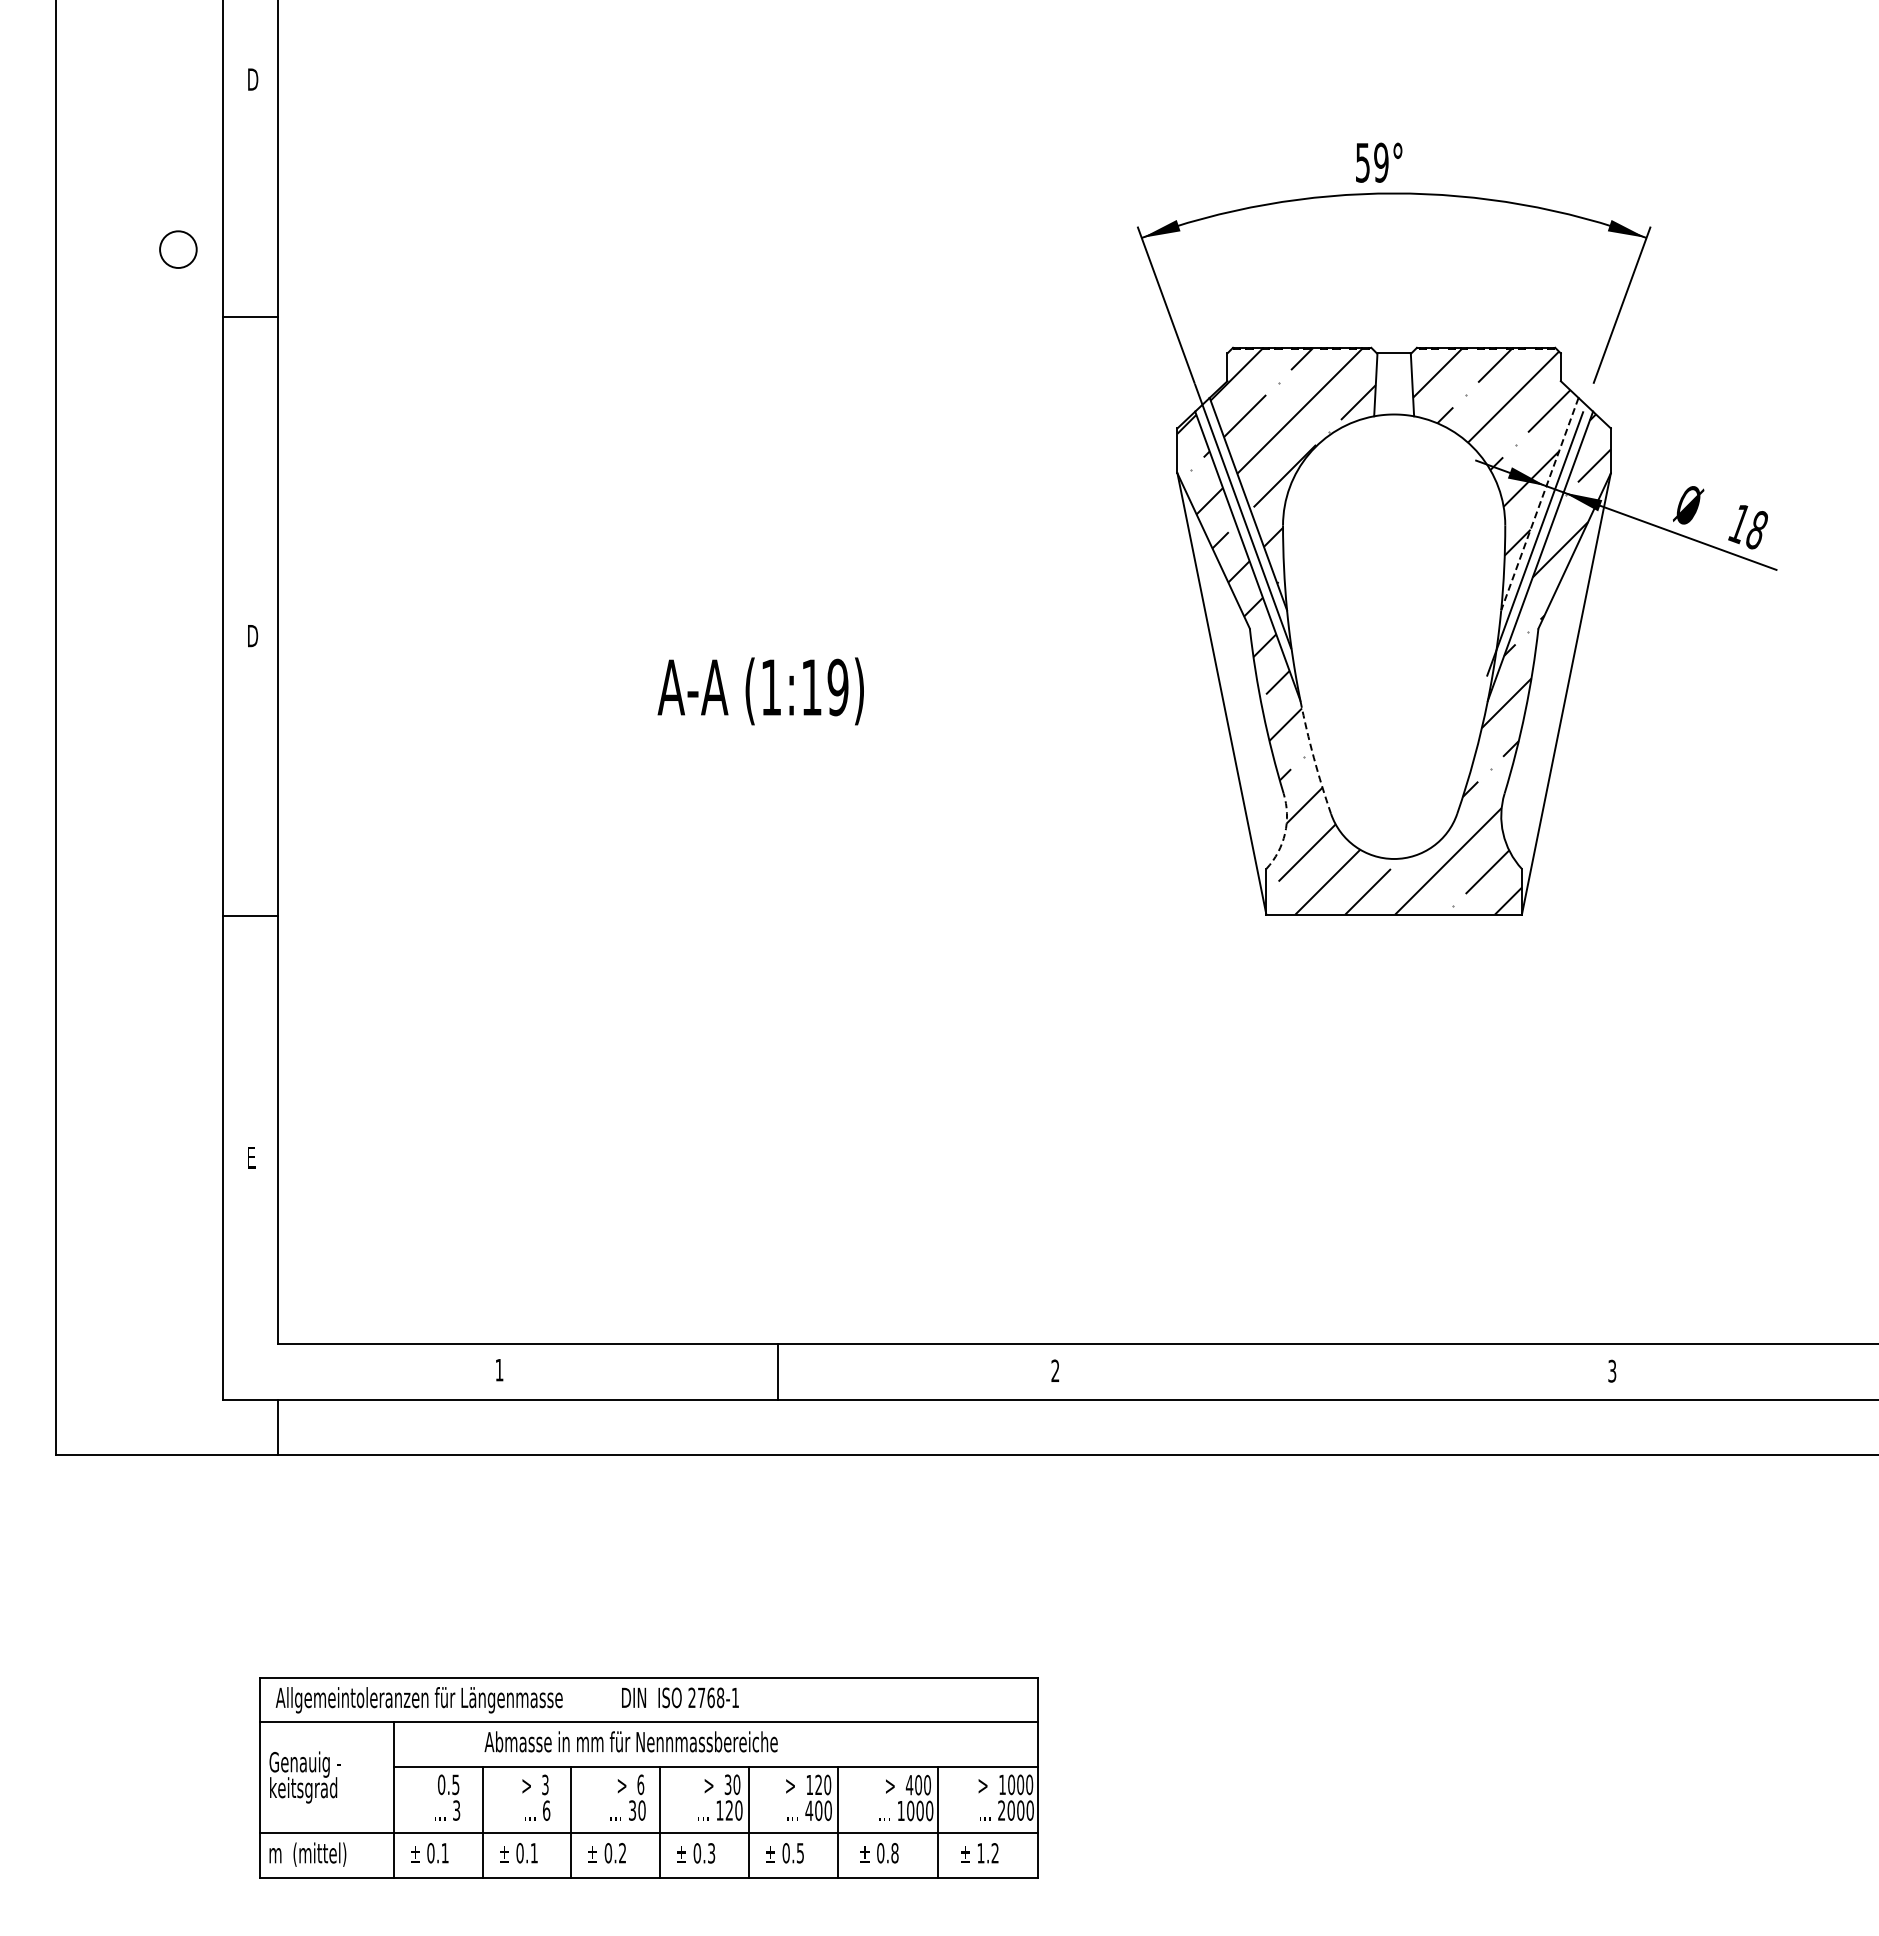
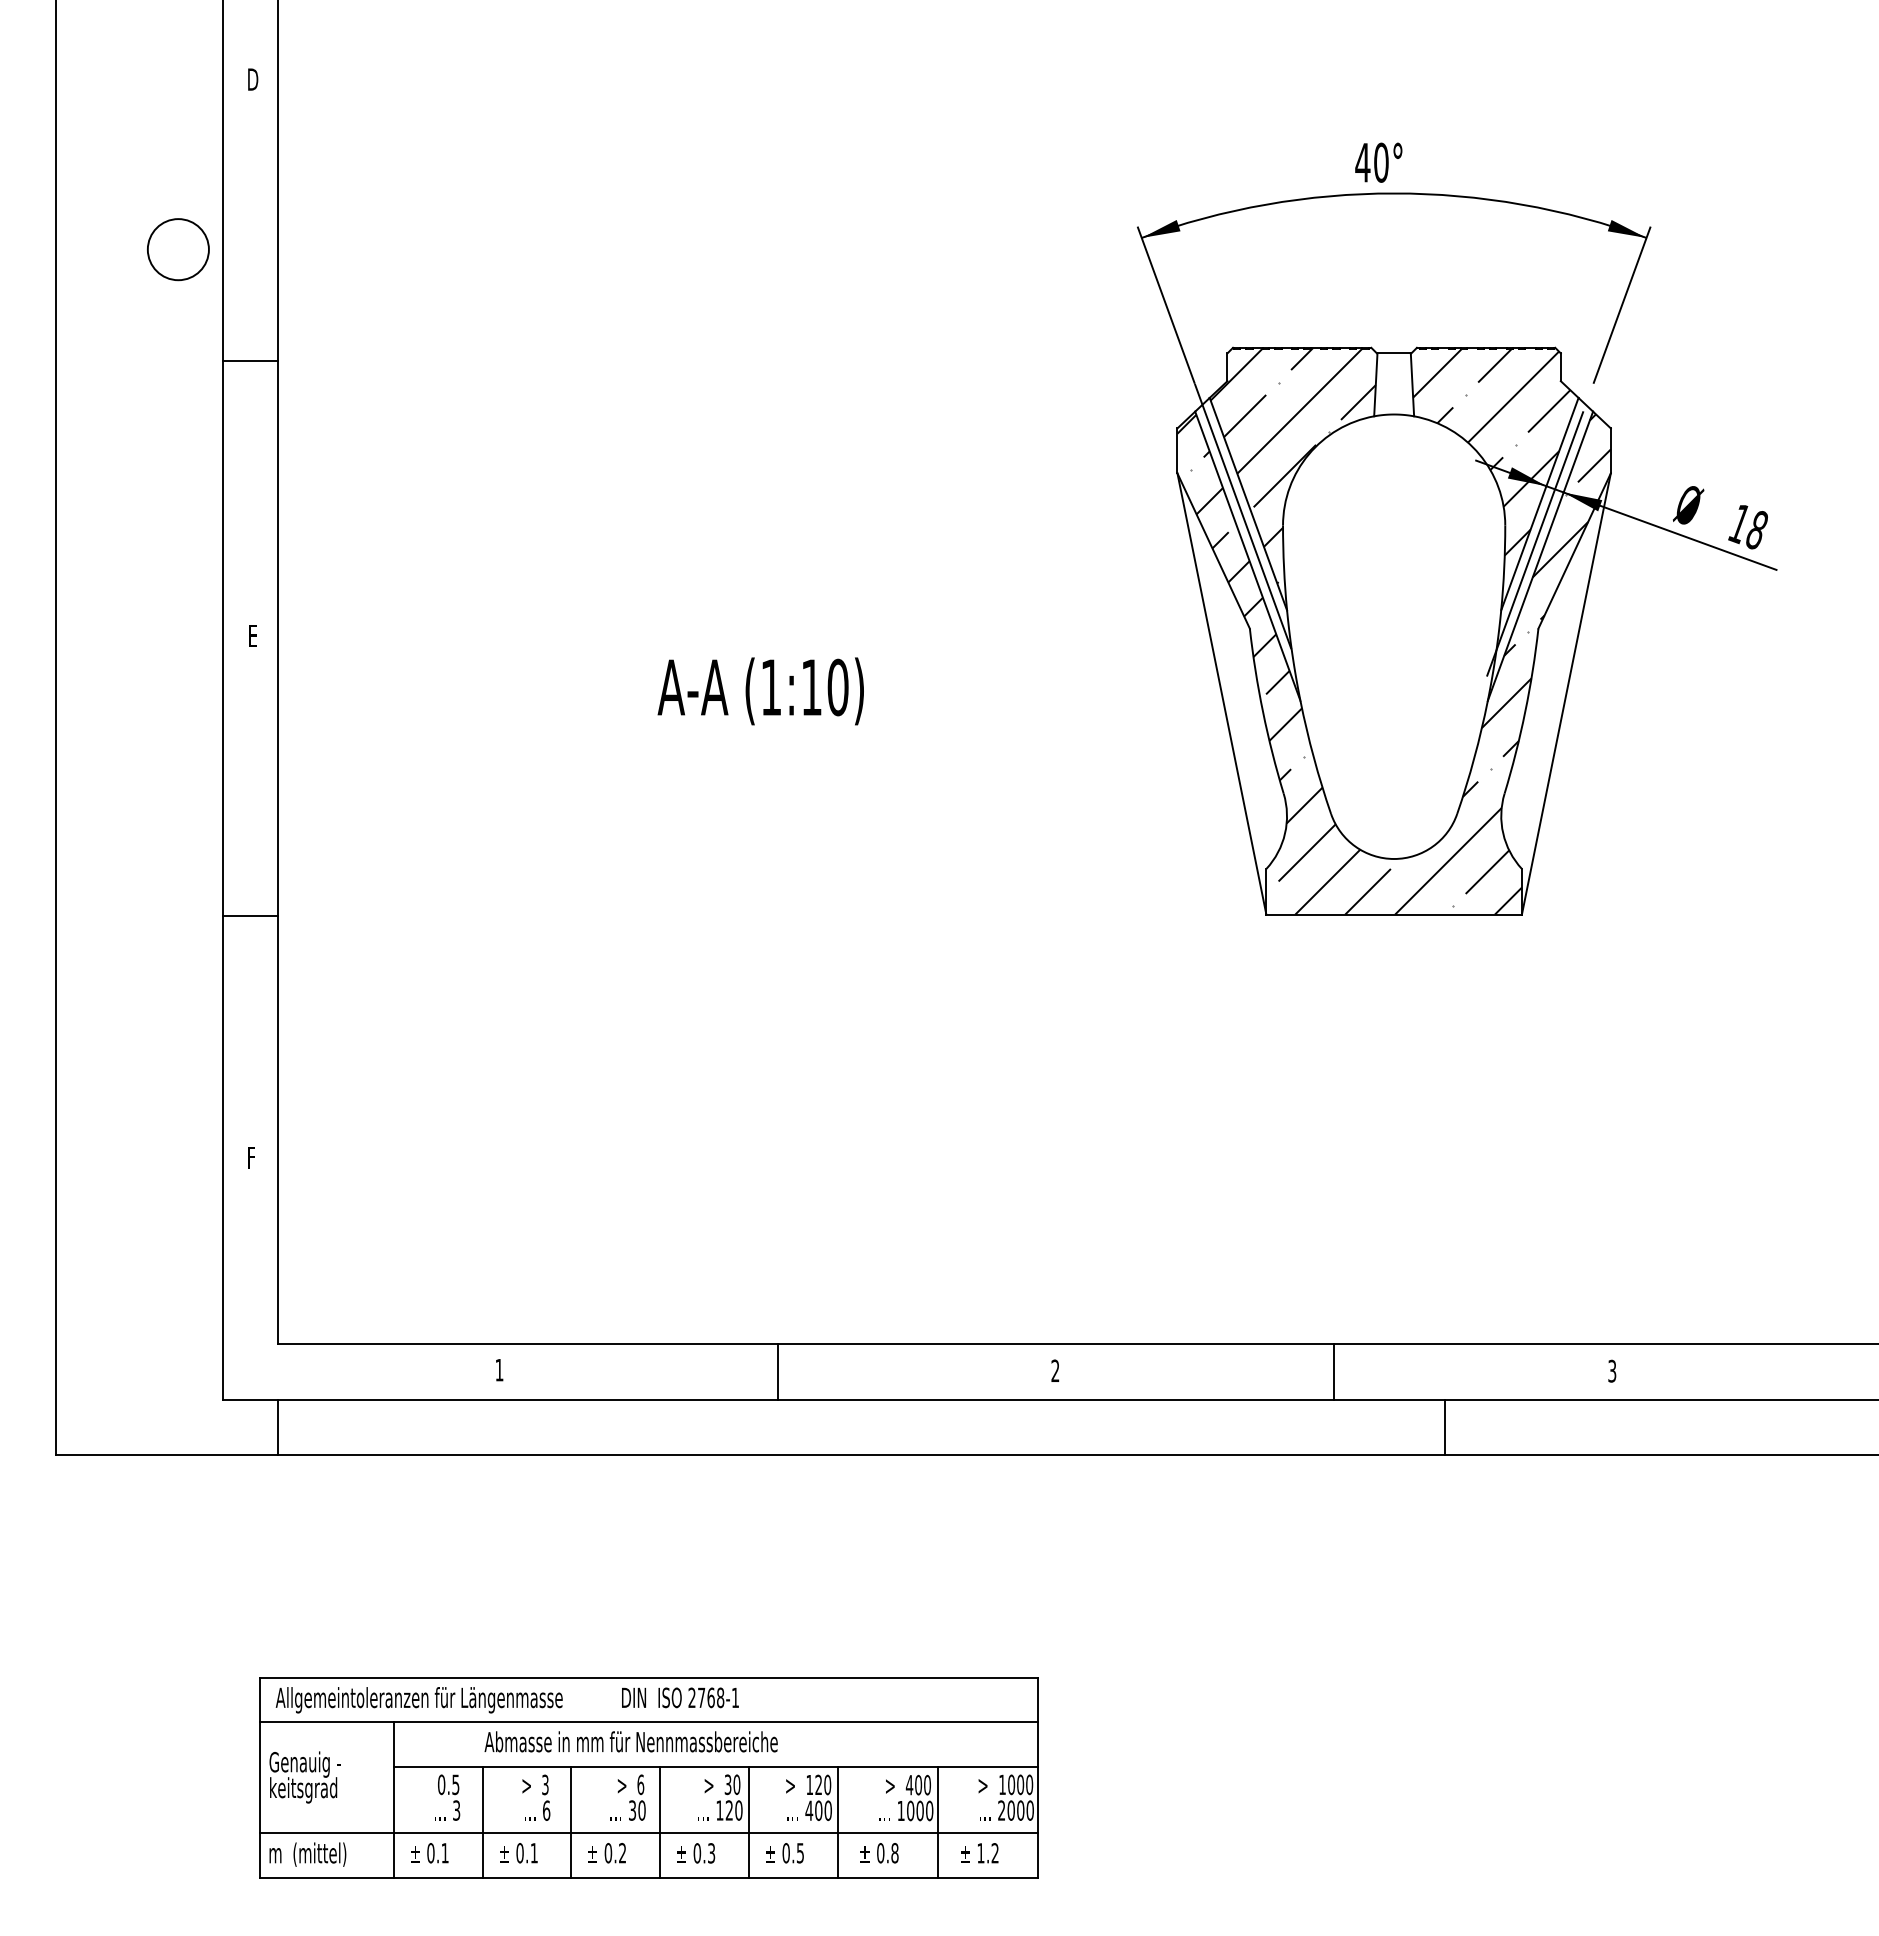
text at (1371, 162): 59° -> 40°
circle at (178, 249) diameter: 37 px -> 61 px
line at (250, 316) position: (250, 316) -> (250, 360)
line at (1539, 504): dashed -> solid
text at (253, 636): D -> E
text at (837, 687): (1:19) -> (1:10)
arc at (1313, 757): dashed -> solid
arc at (1285, 833): dashed -> solid
text at (252, 1158): E -> F
line at (1334, 1371): none -> present
line at (1445, 1427): none -> present
